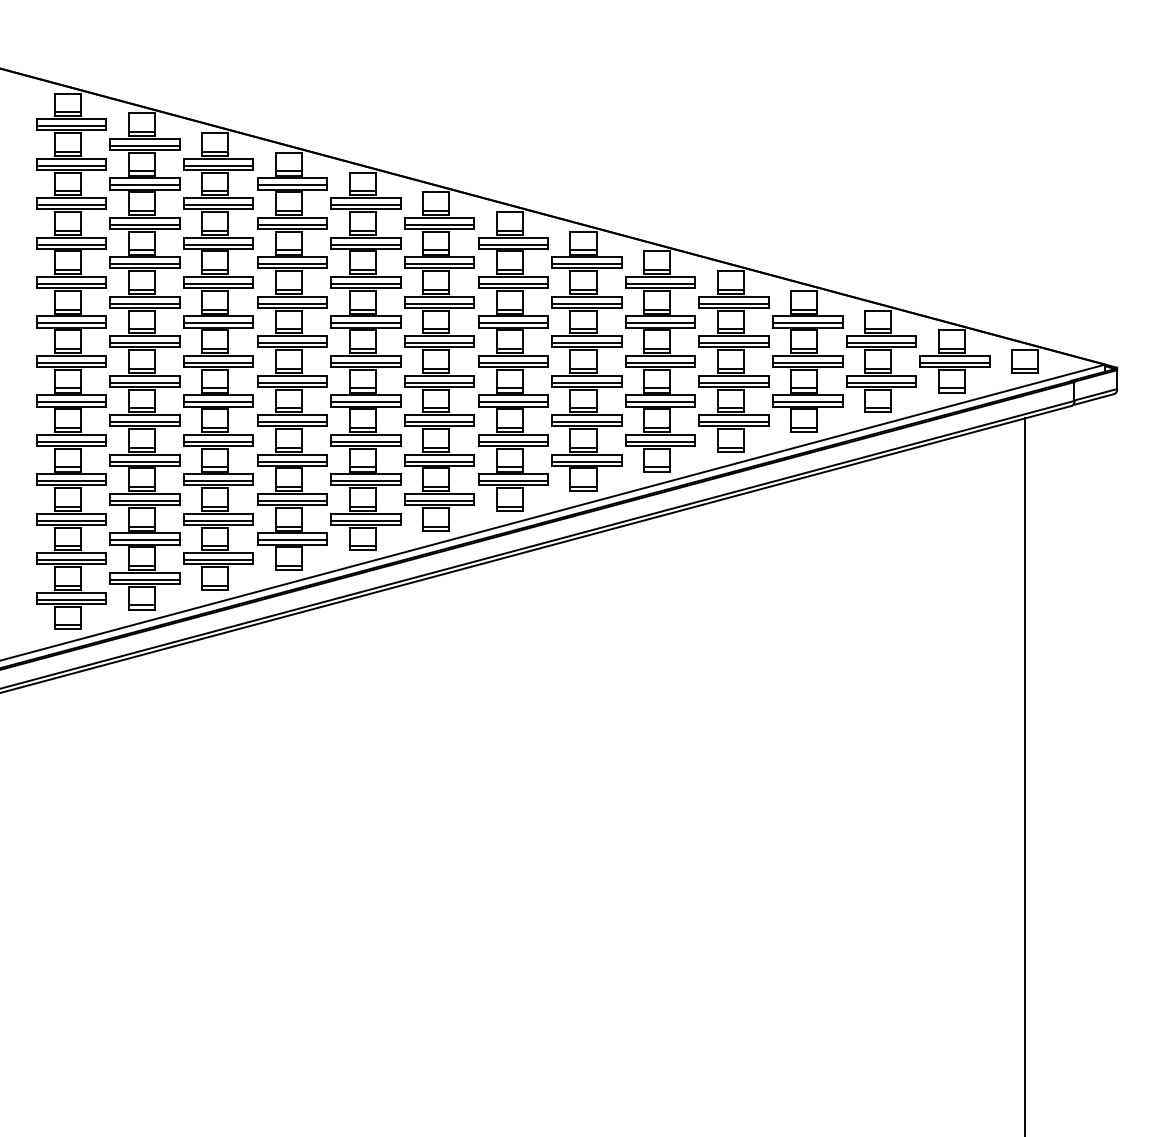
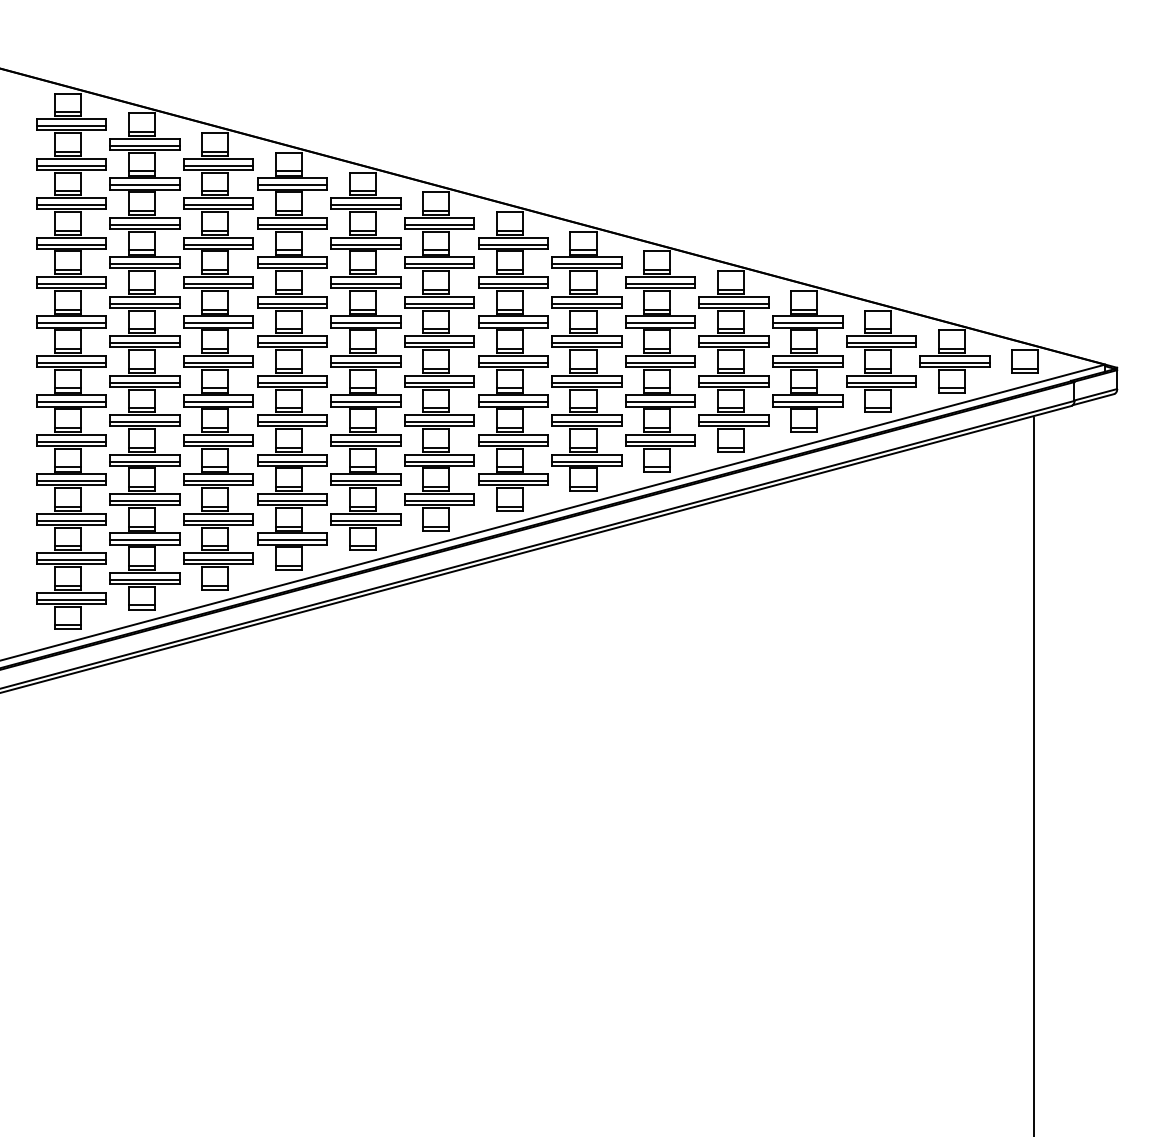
line at (1025, 775) position: (1025, 775) -> (1034, 775)
